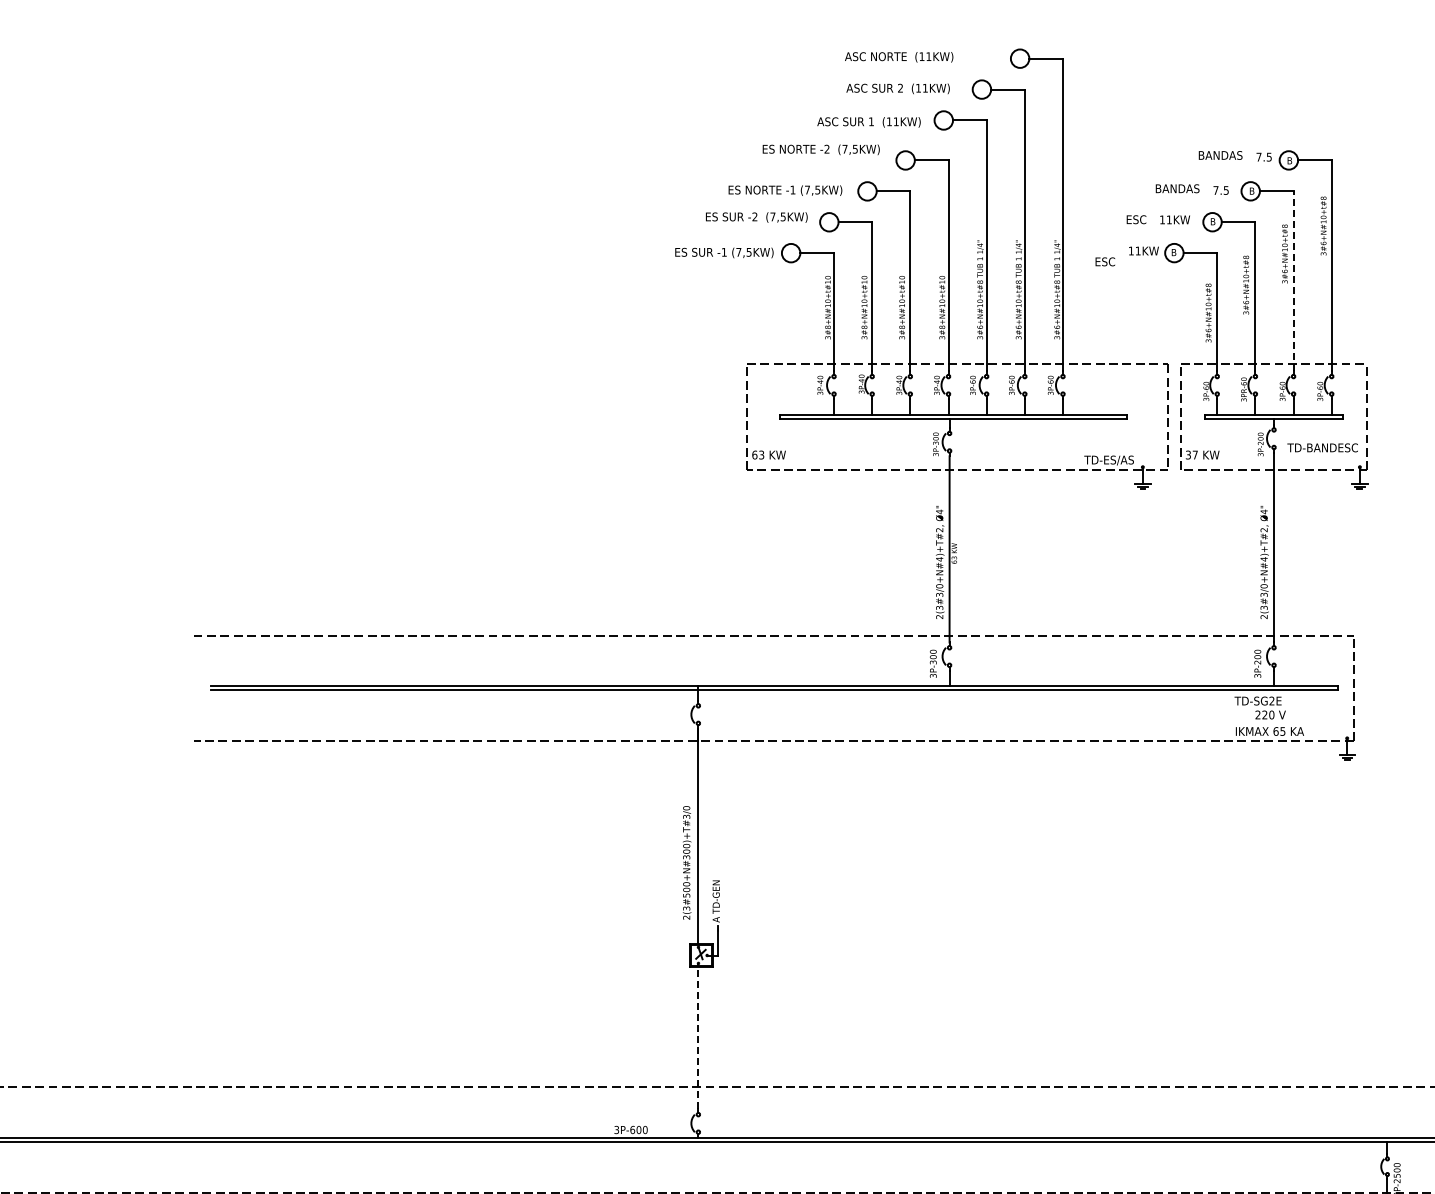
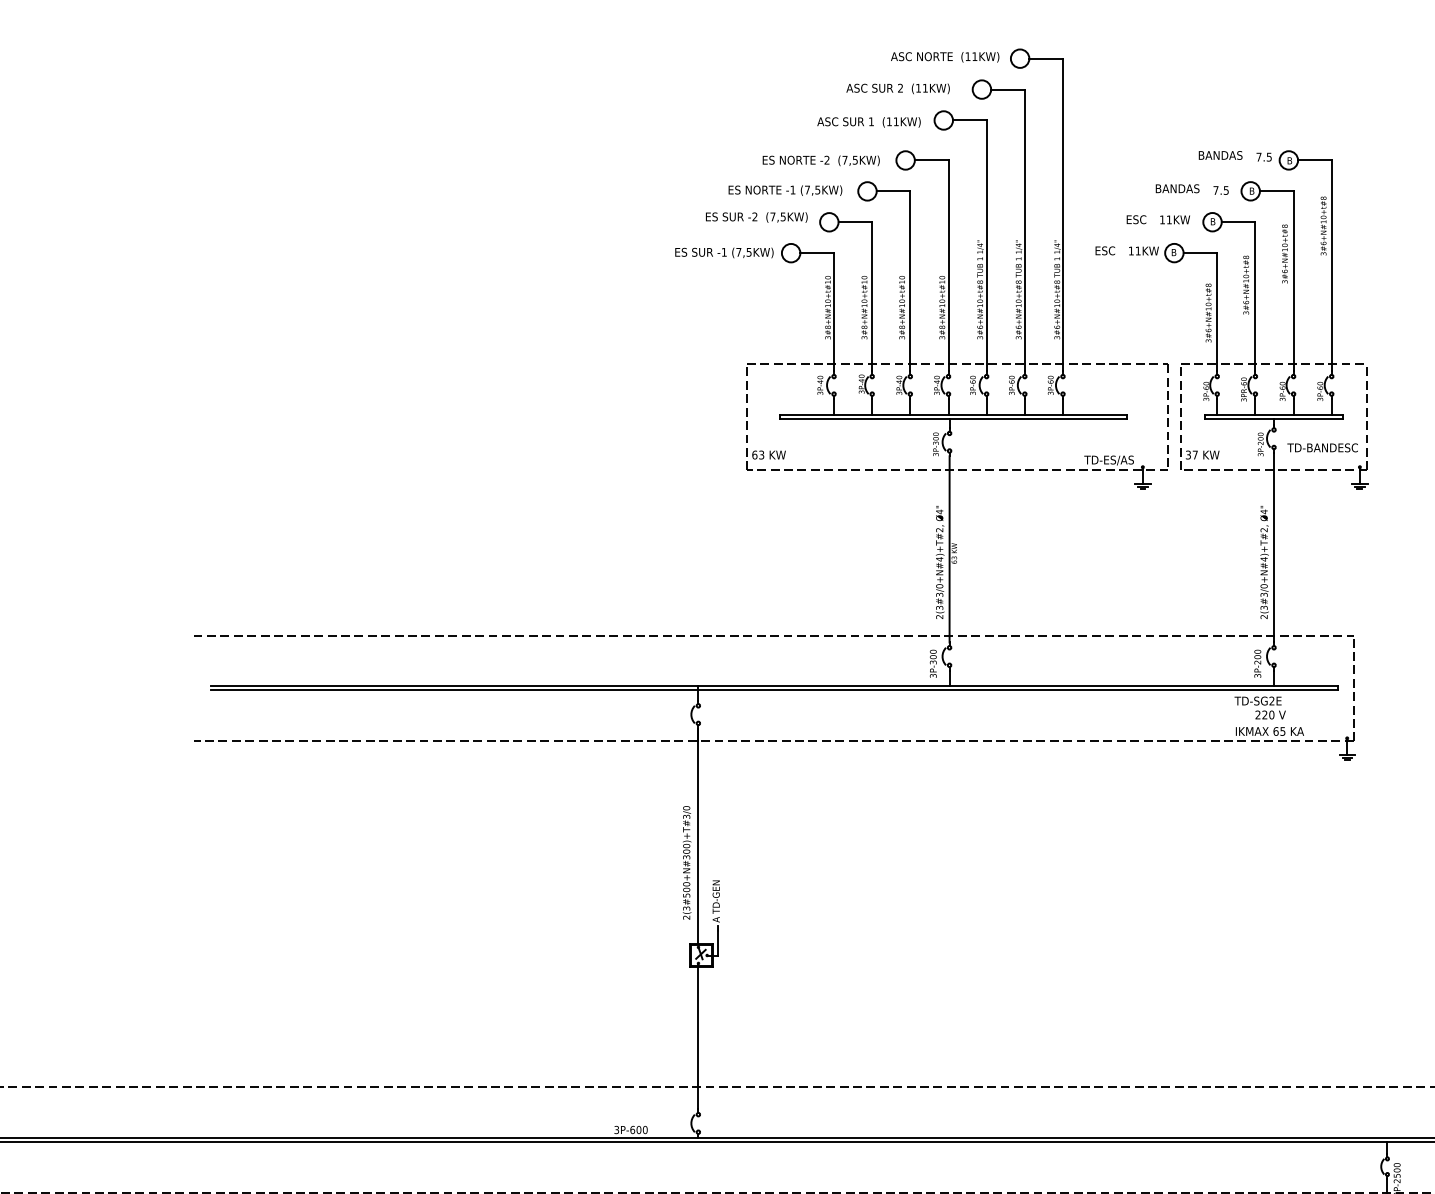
text at (899, 57) position: (899, 57) -> (945, 57)
text at (820, 149) position: (820, 149) -> (820, 160)
text at (1105, 261) position: (1105, 261) -> (1105, 250)
line at (1293, 281): dashed -> solid
line at (698, 1036): dashed -> solid
